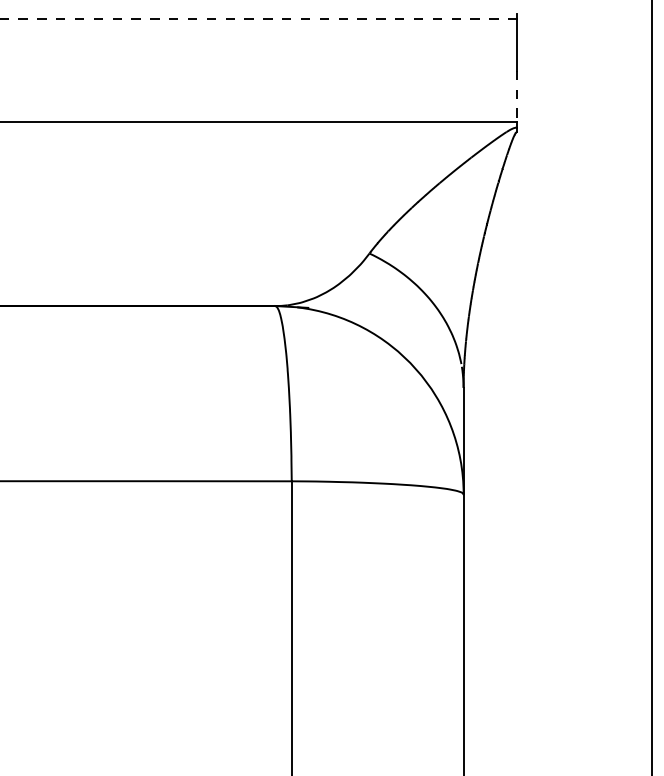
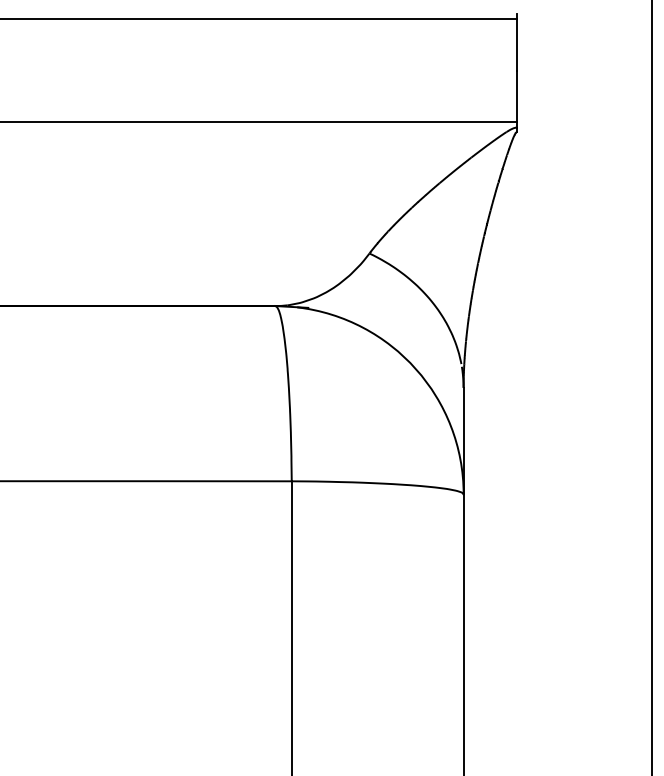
line at (258, 18): dashed -> solid
line at (517, 96): dashed -> solid
